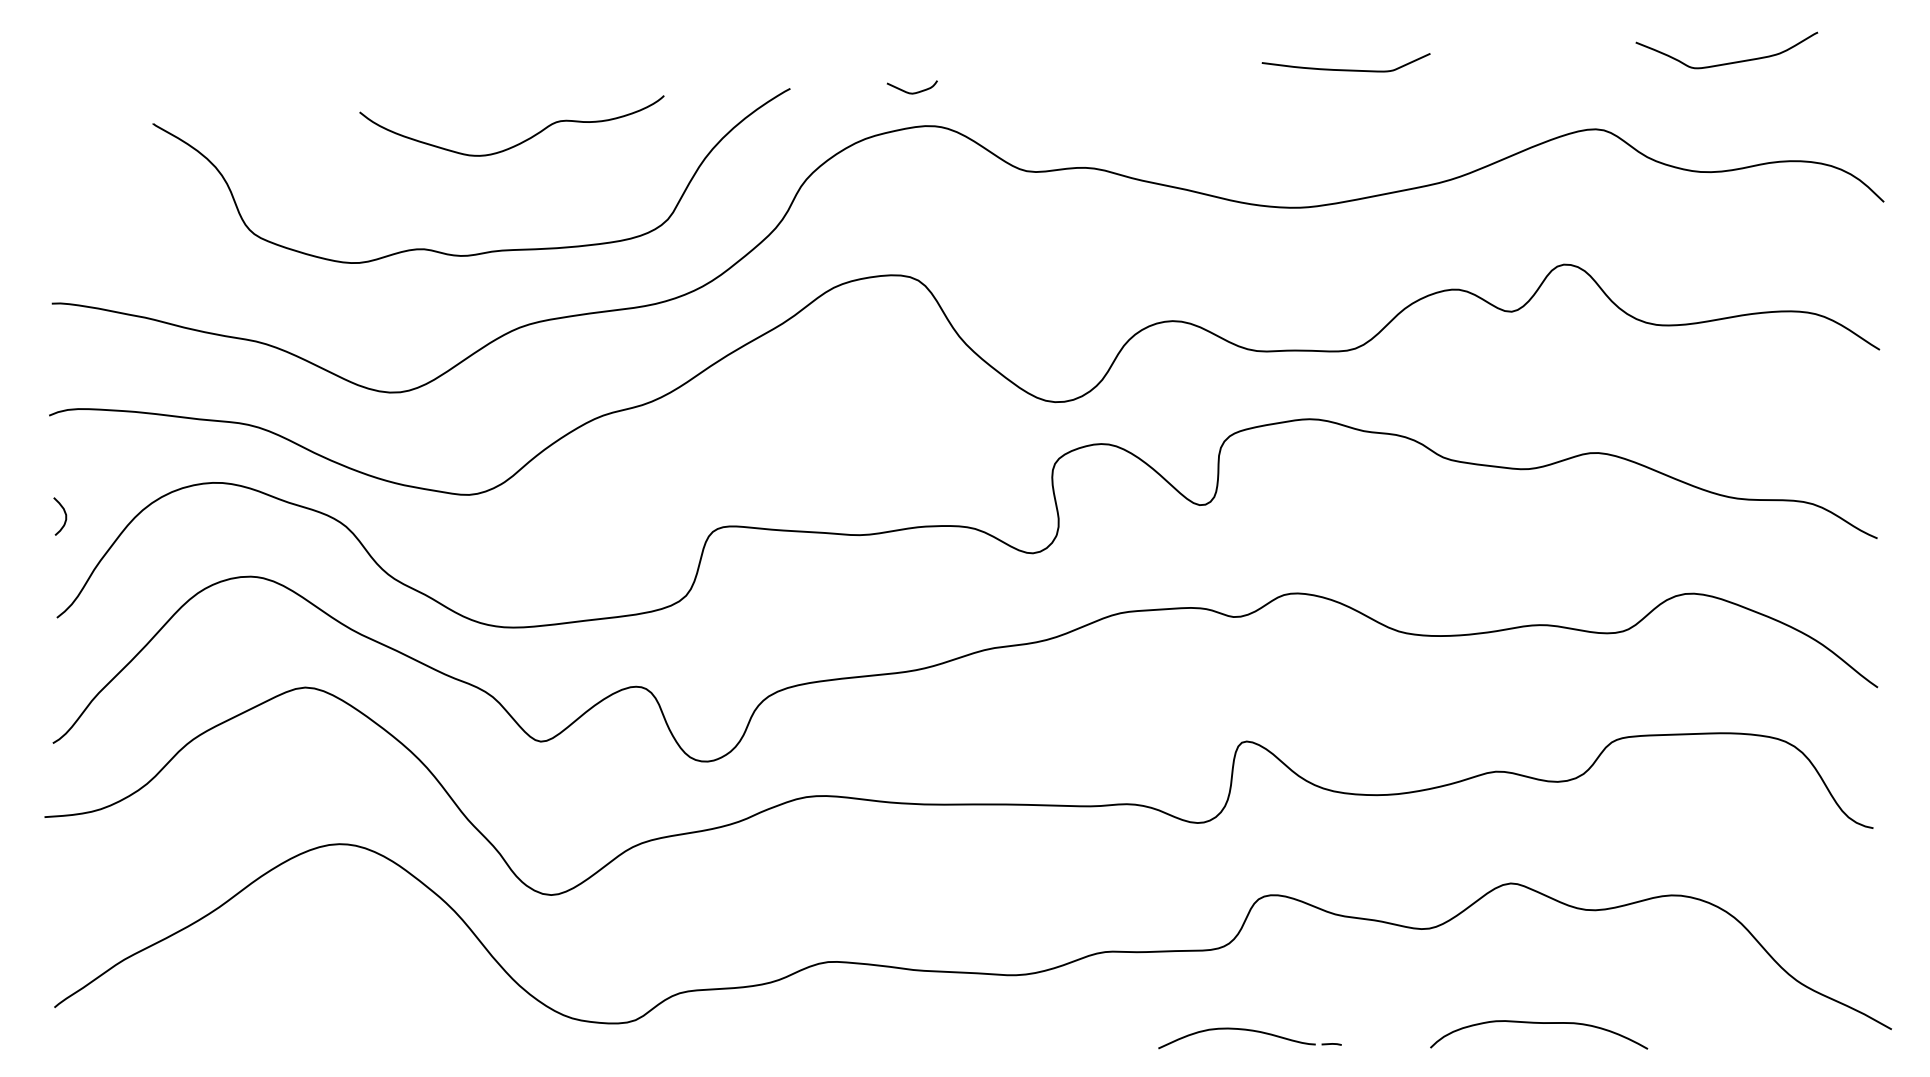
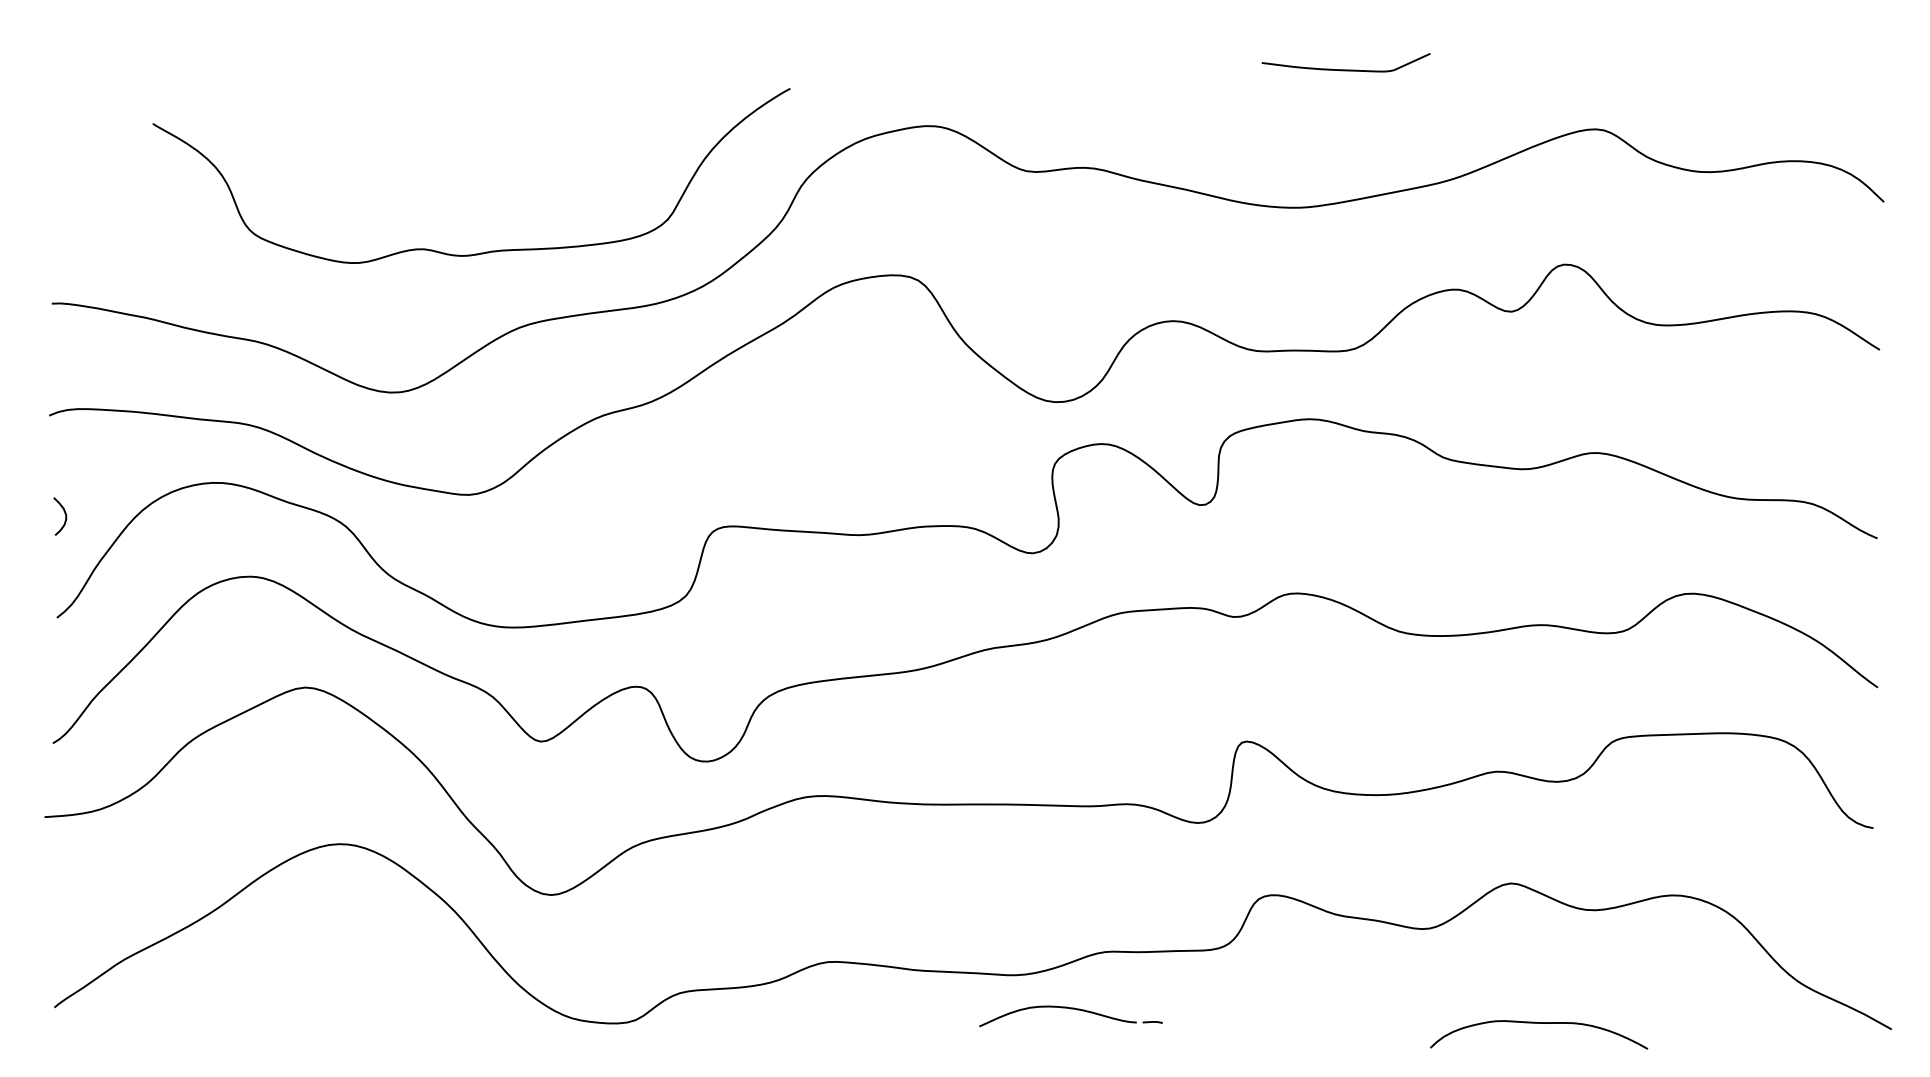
curve at (1728, 62): present -> none
curve at (911, 92): present -> none
curve at (521, 141): present -> none
part at (1249, 1031) position: (1249, 1031) -> (1070, 1009)
